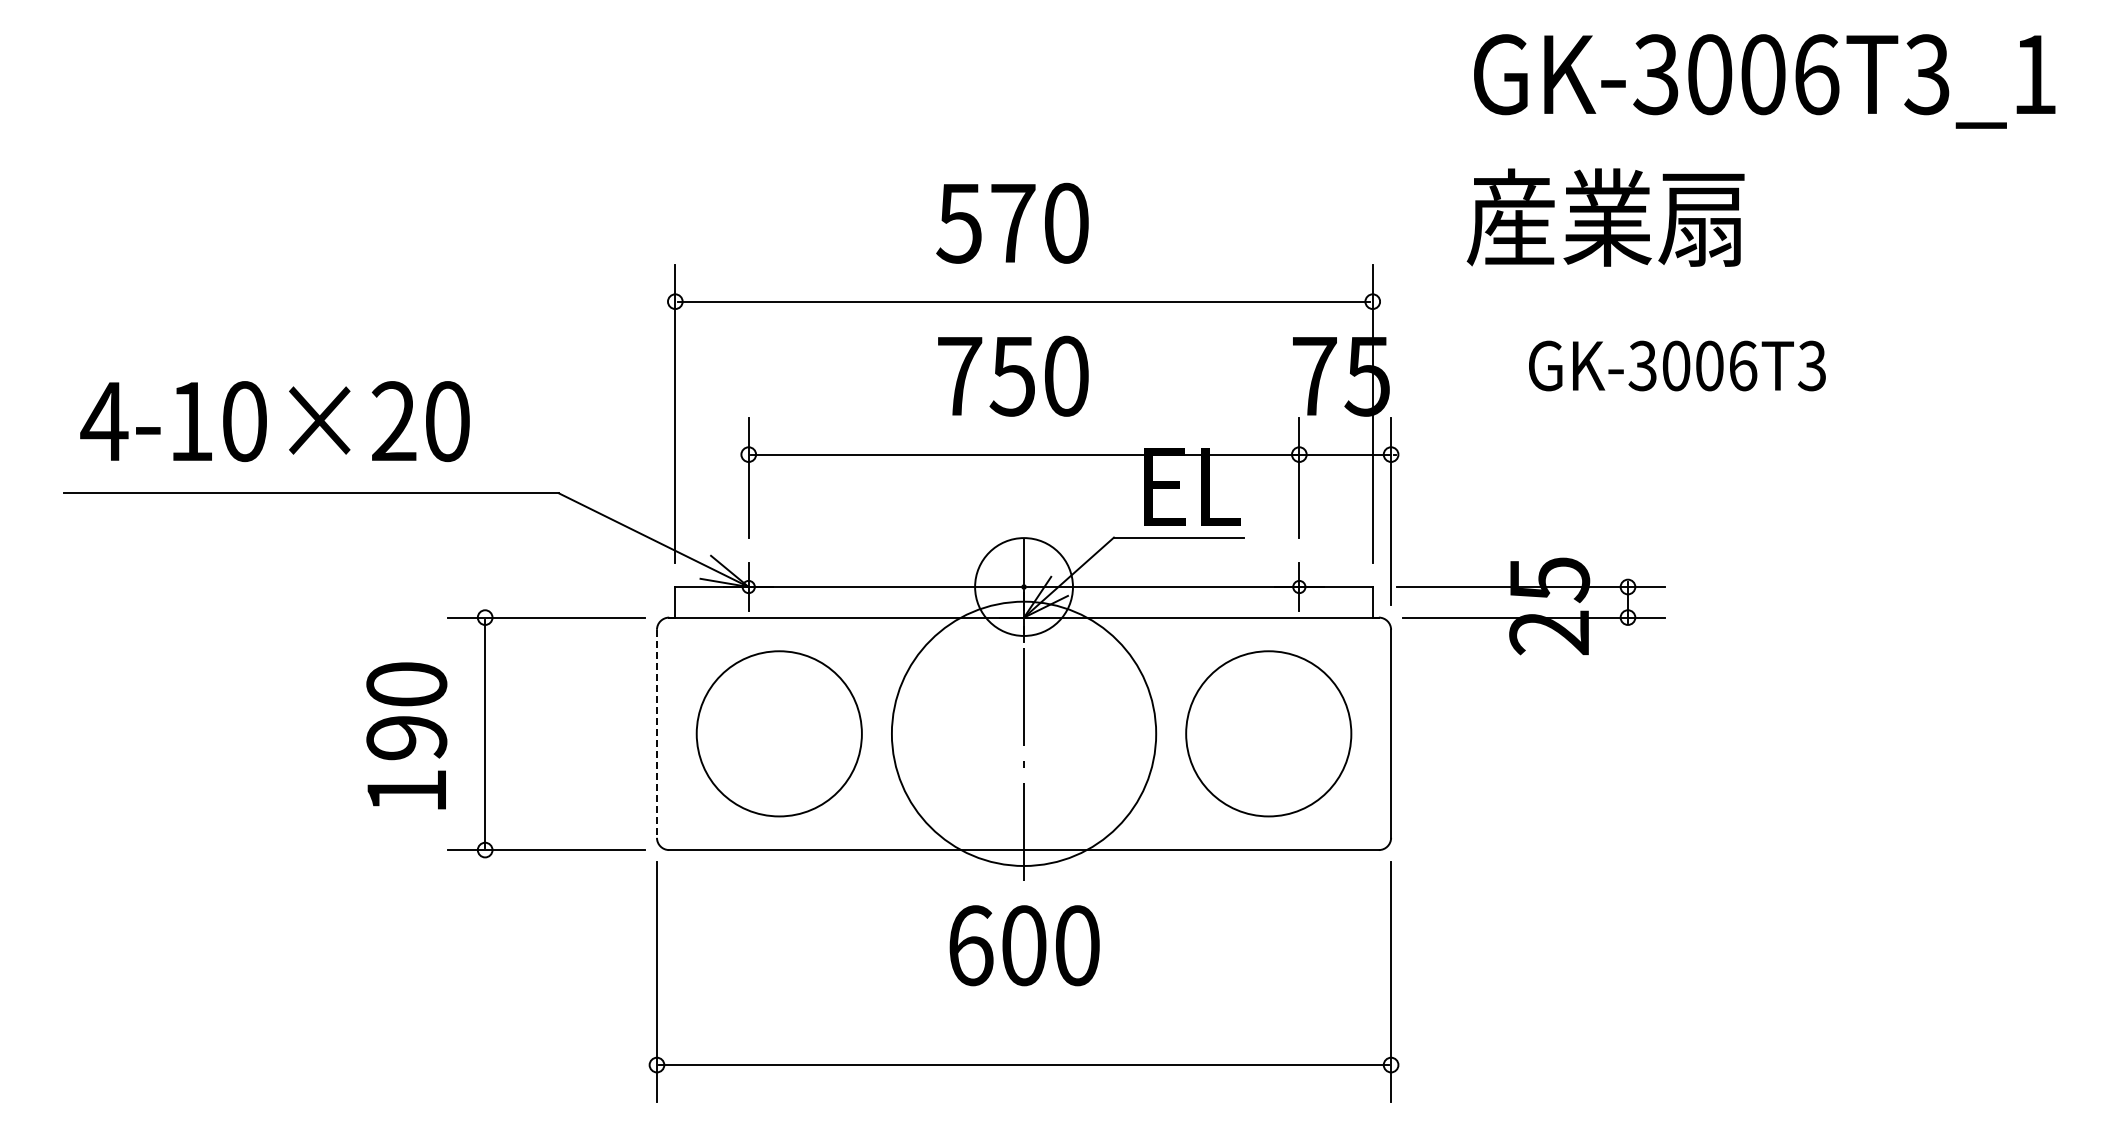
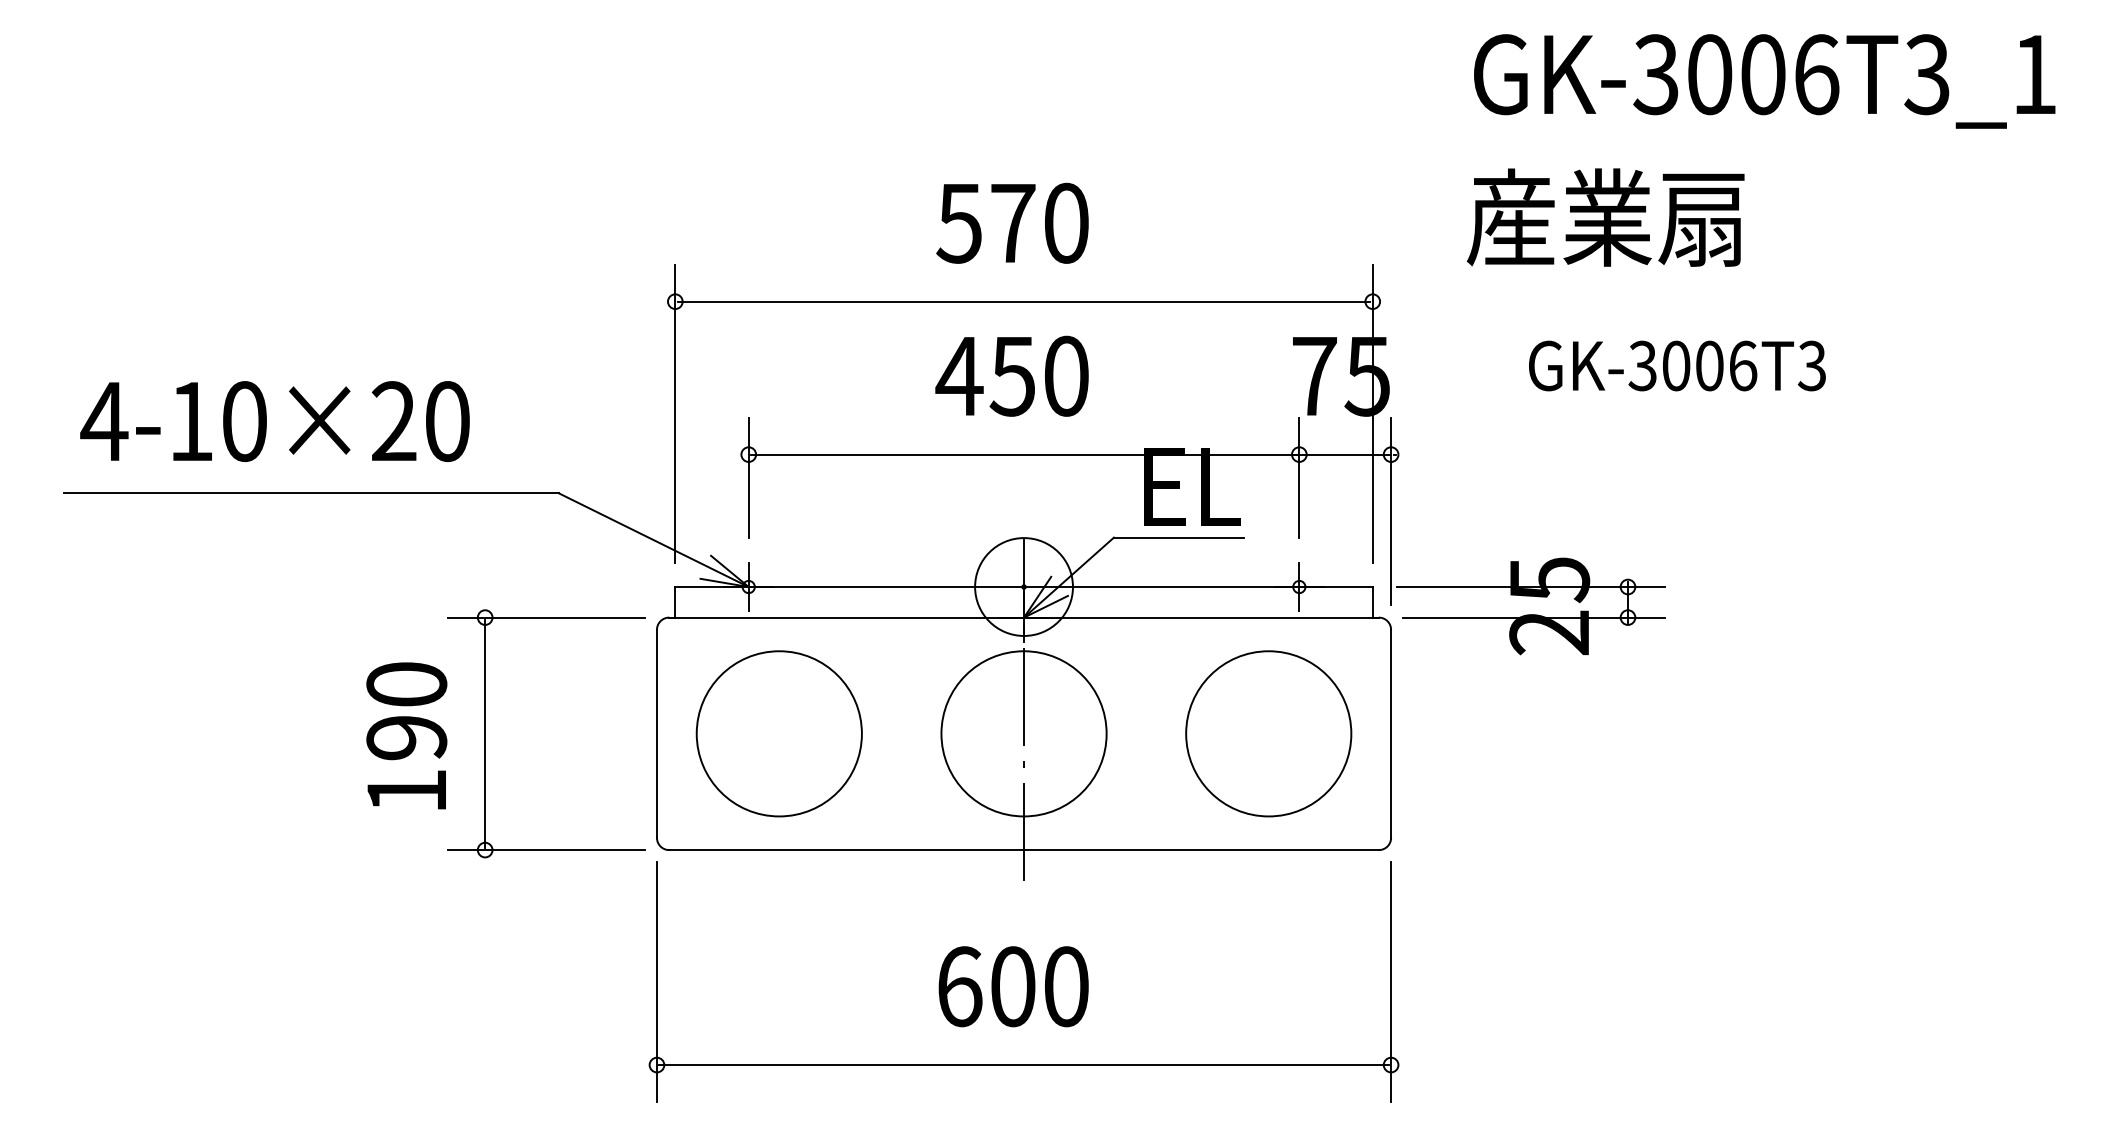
text at (959, 376): 750 -> 450
circle at (1023, 733) diameter: 264 px -> 165 px
line at (656, 734): dashed -> solid
text at (1024, 945) position: (1024, 945) -> (1013, 986)
